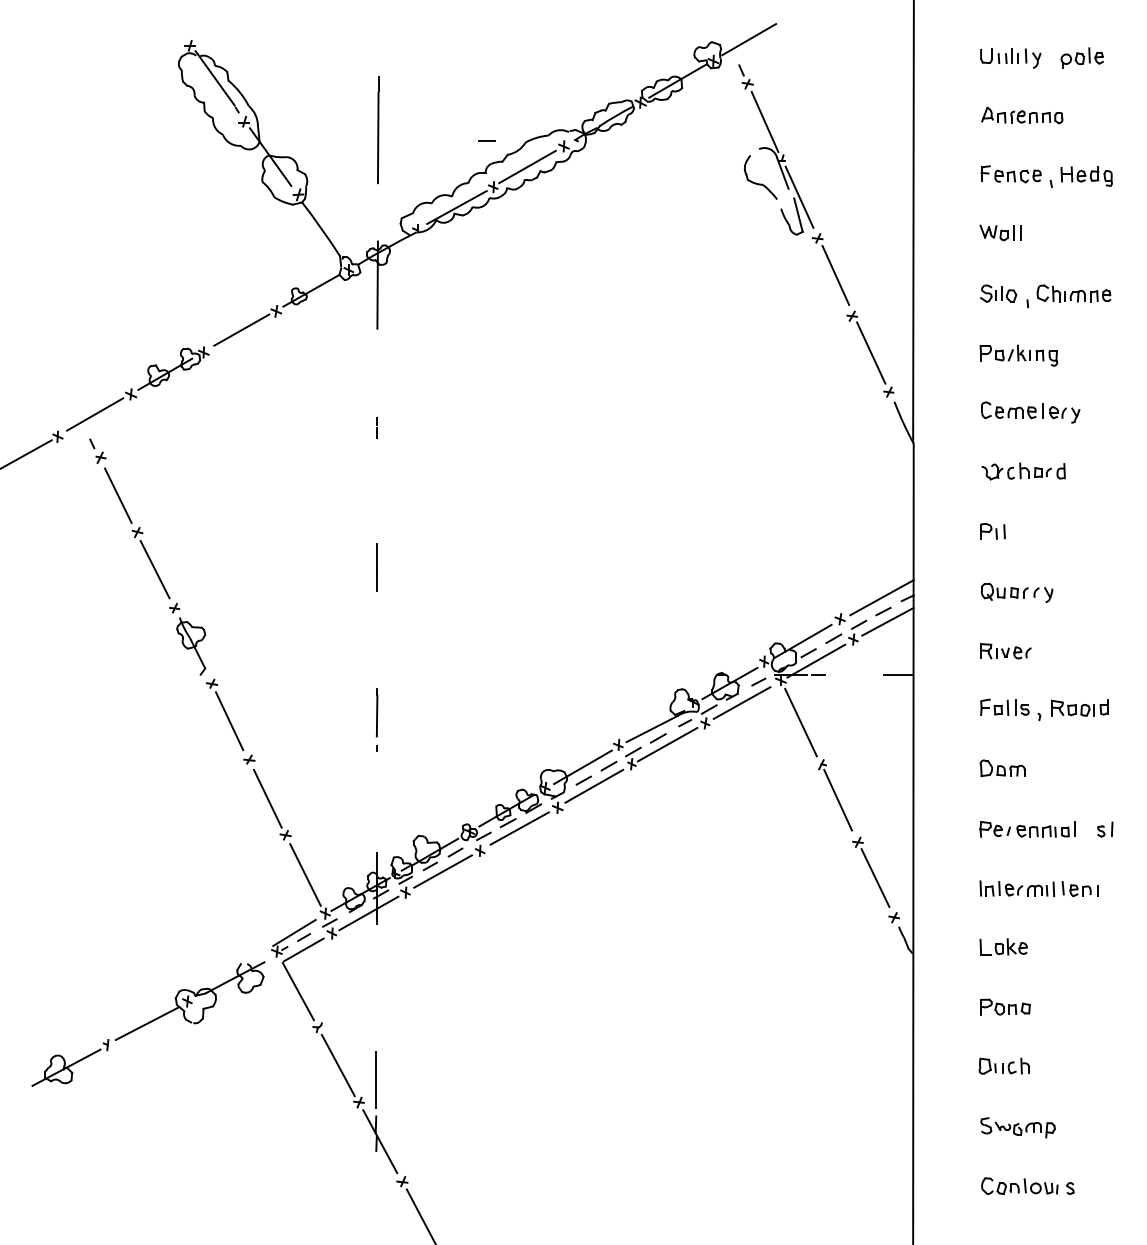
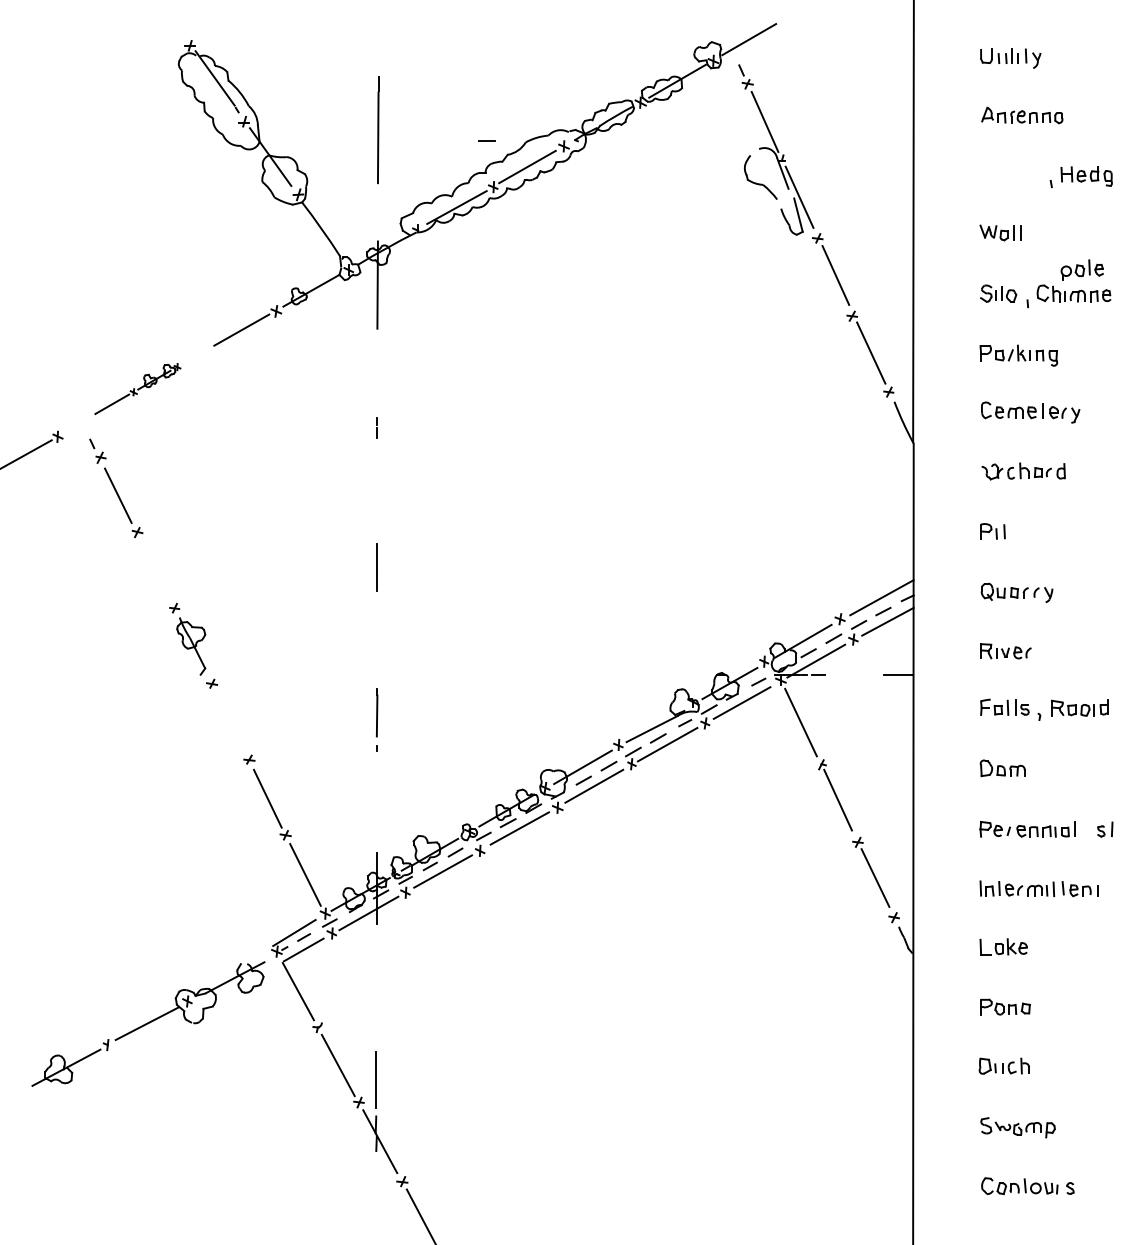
part at (1081, 57) position: (1081, 57) -> (1081, 269)
part at (1010, 174): present -> none
part at (137, 388) size: 144x86 px -> 88x52 px
line at (154, 569): present -> none
line at (229, 721): present -> none
